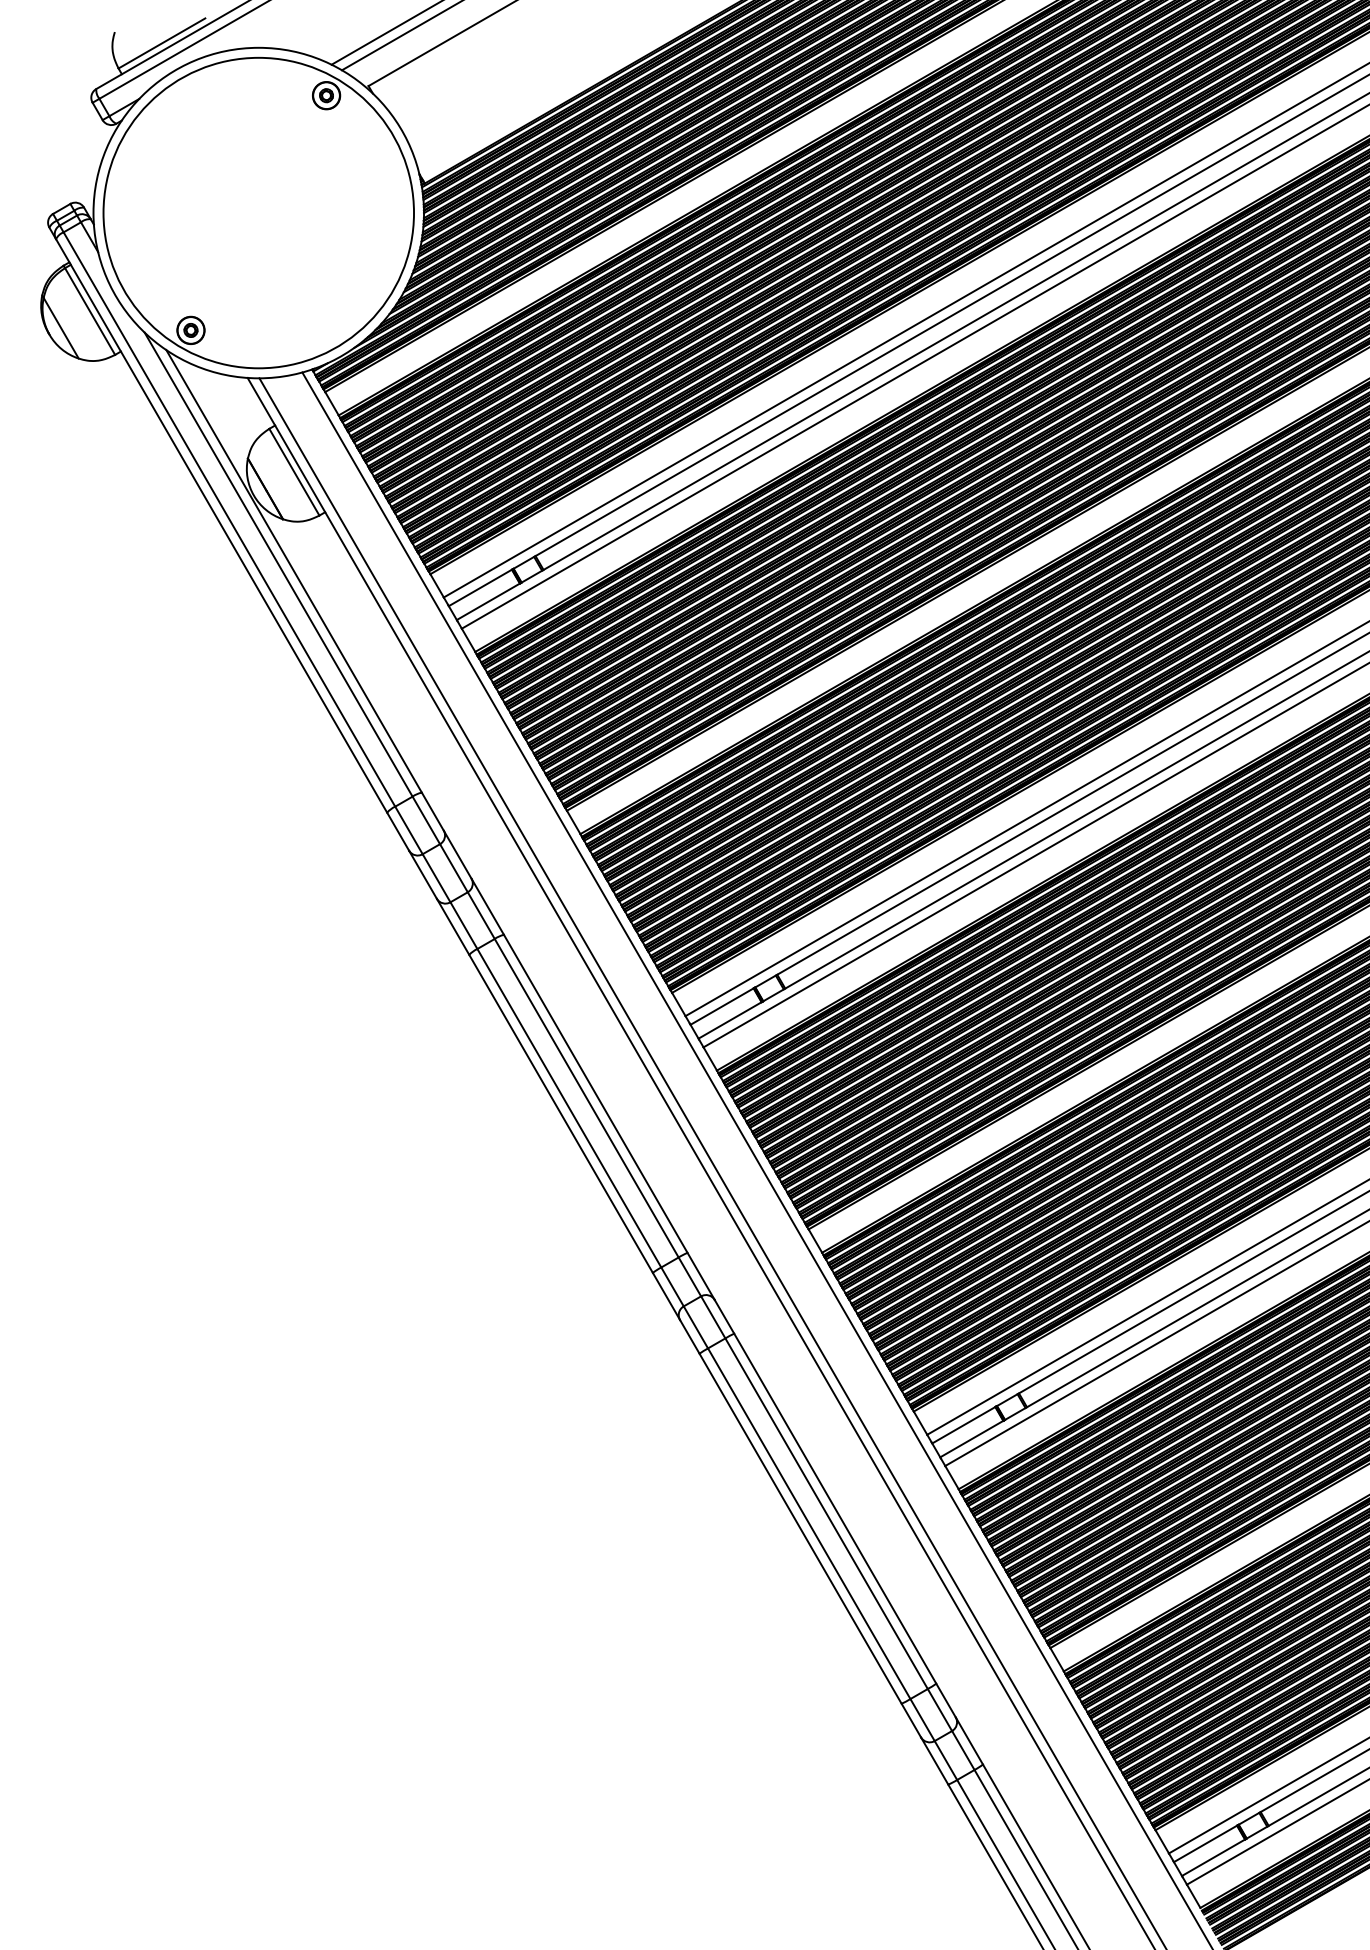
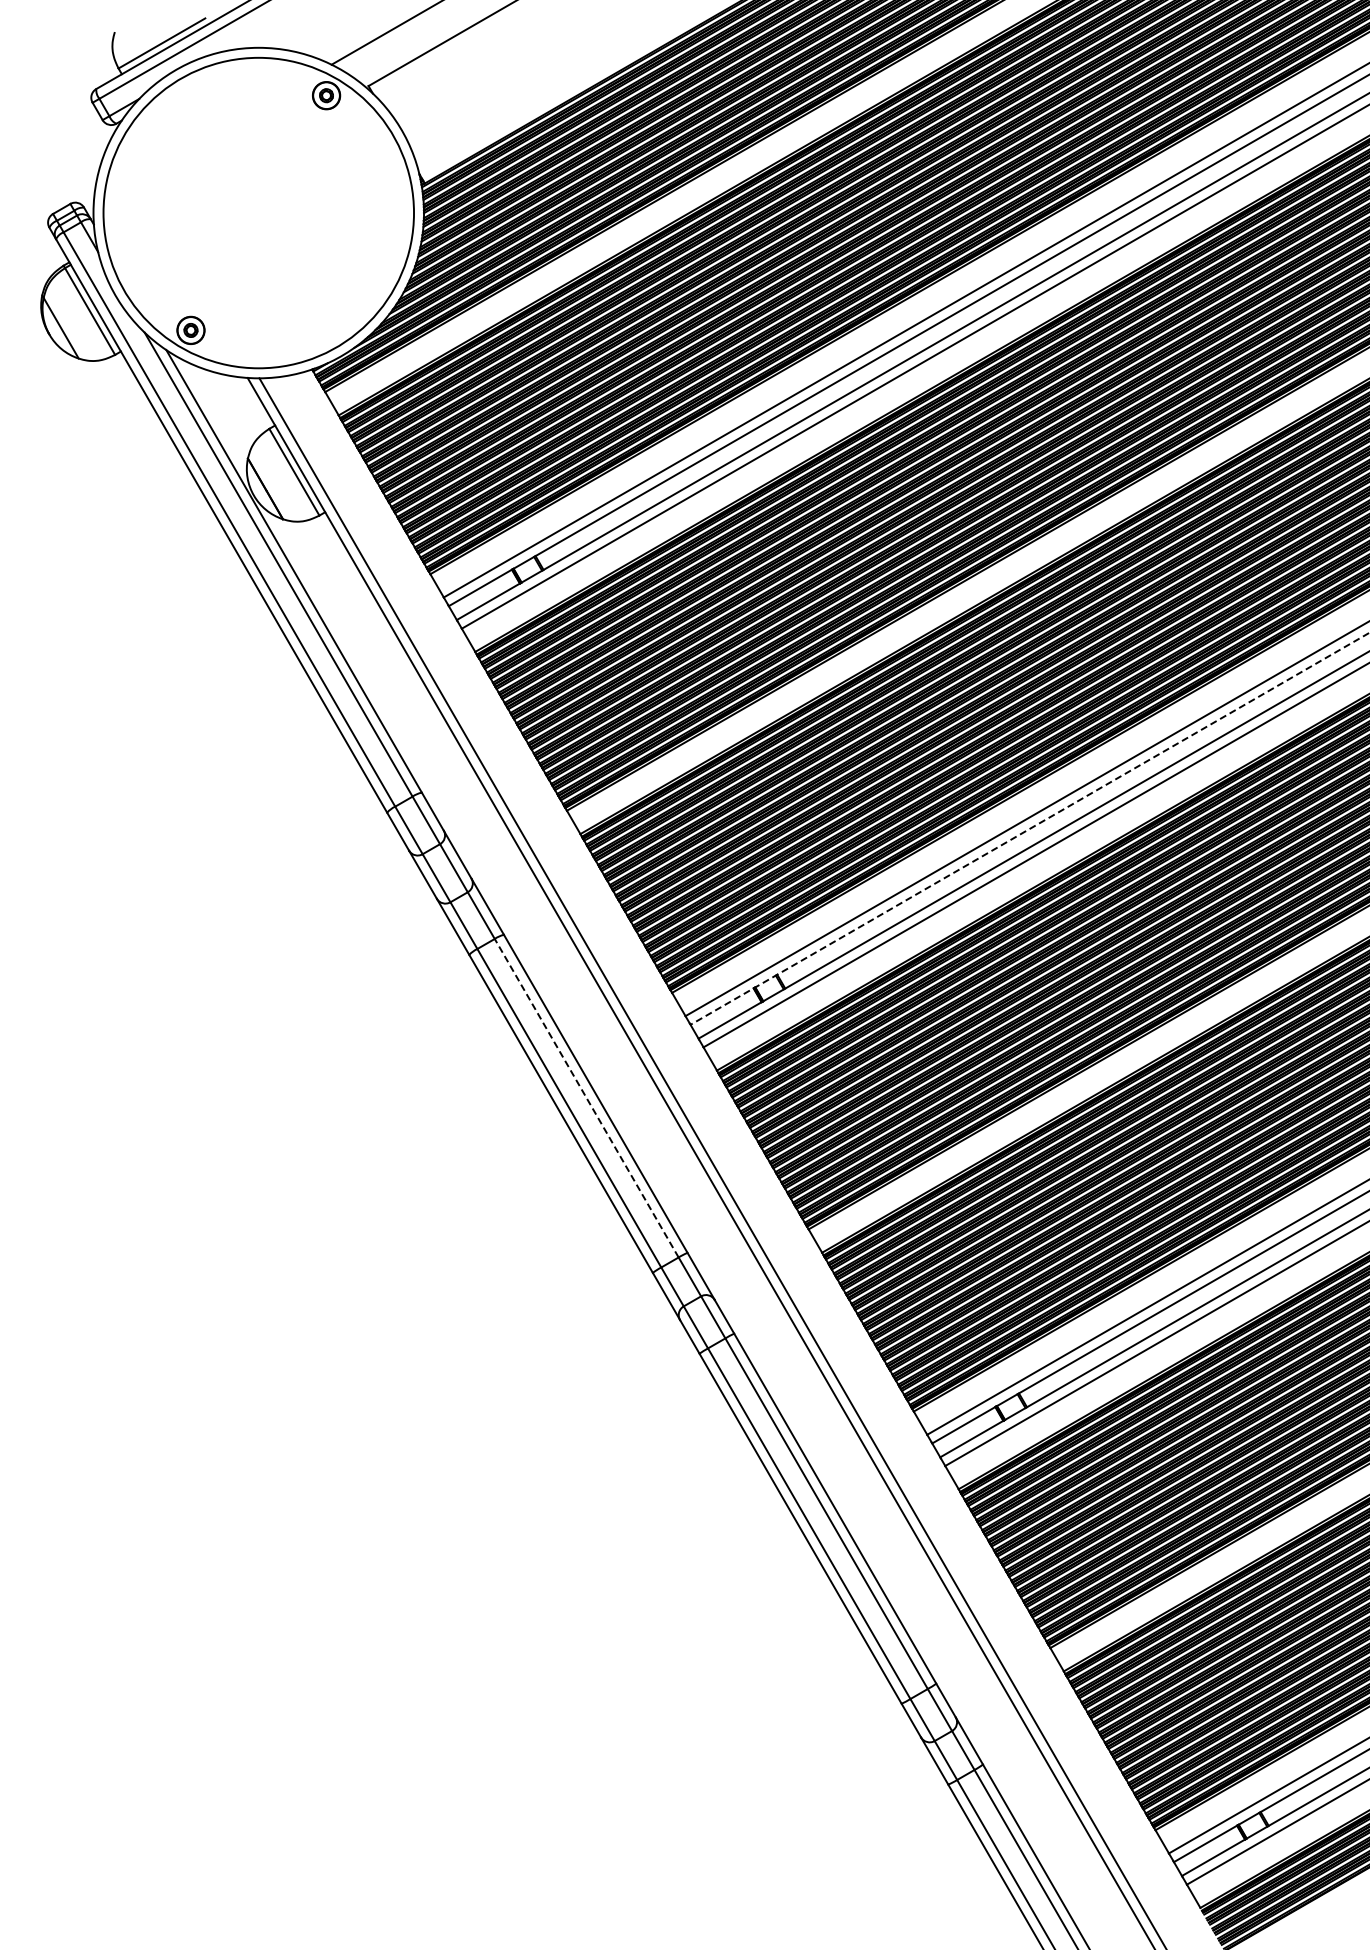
line at (400, 36): present -> none
line at (1029, 828): solid -> dashed
line at (586, 1098): solid -> dashed
line at (756, 1159): present -> none
